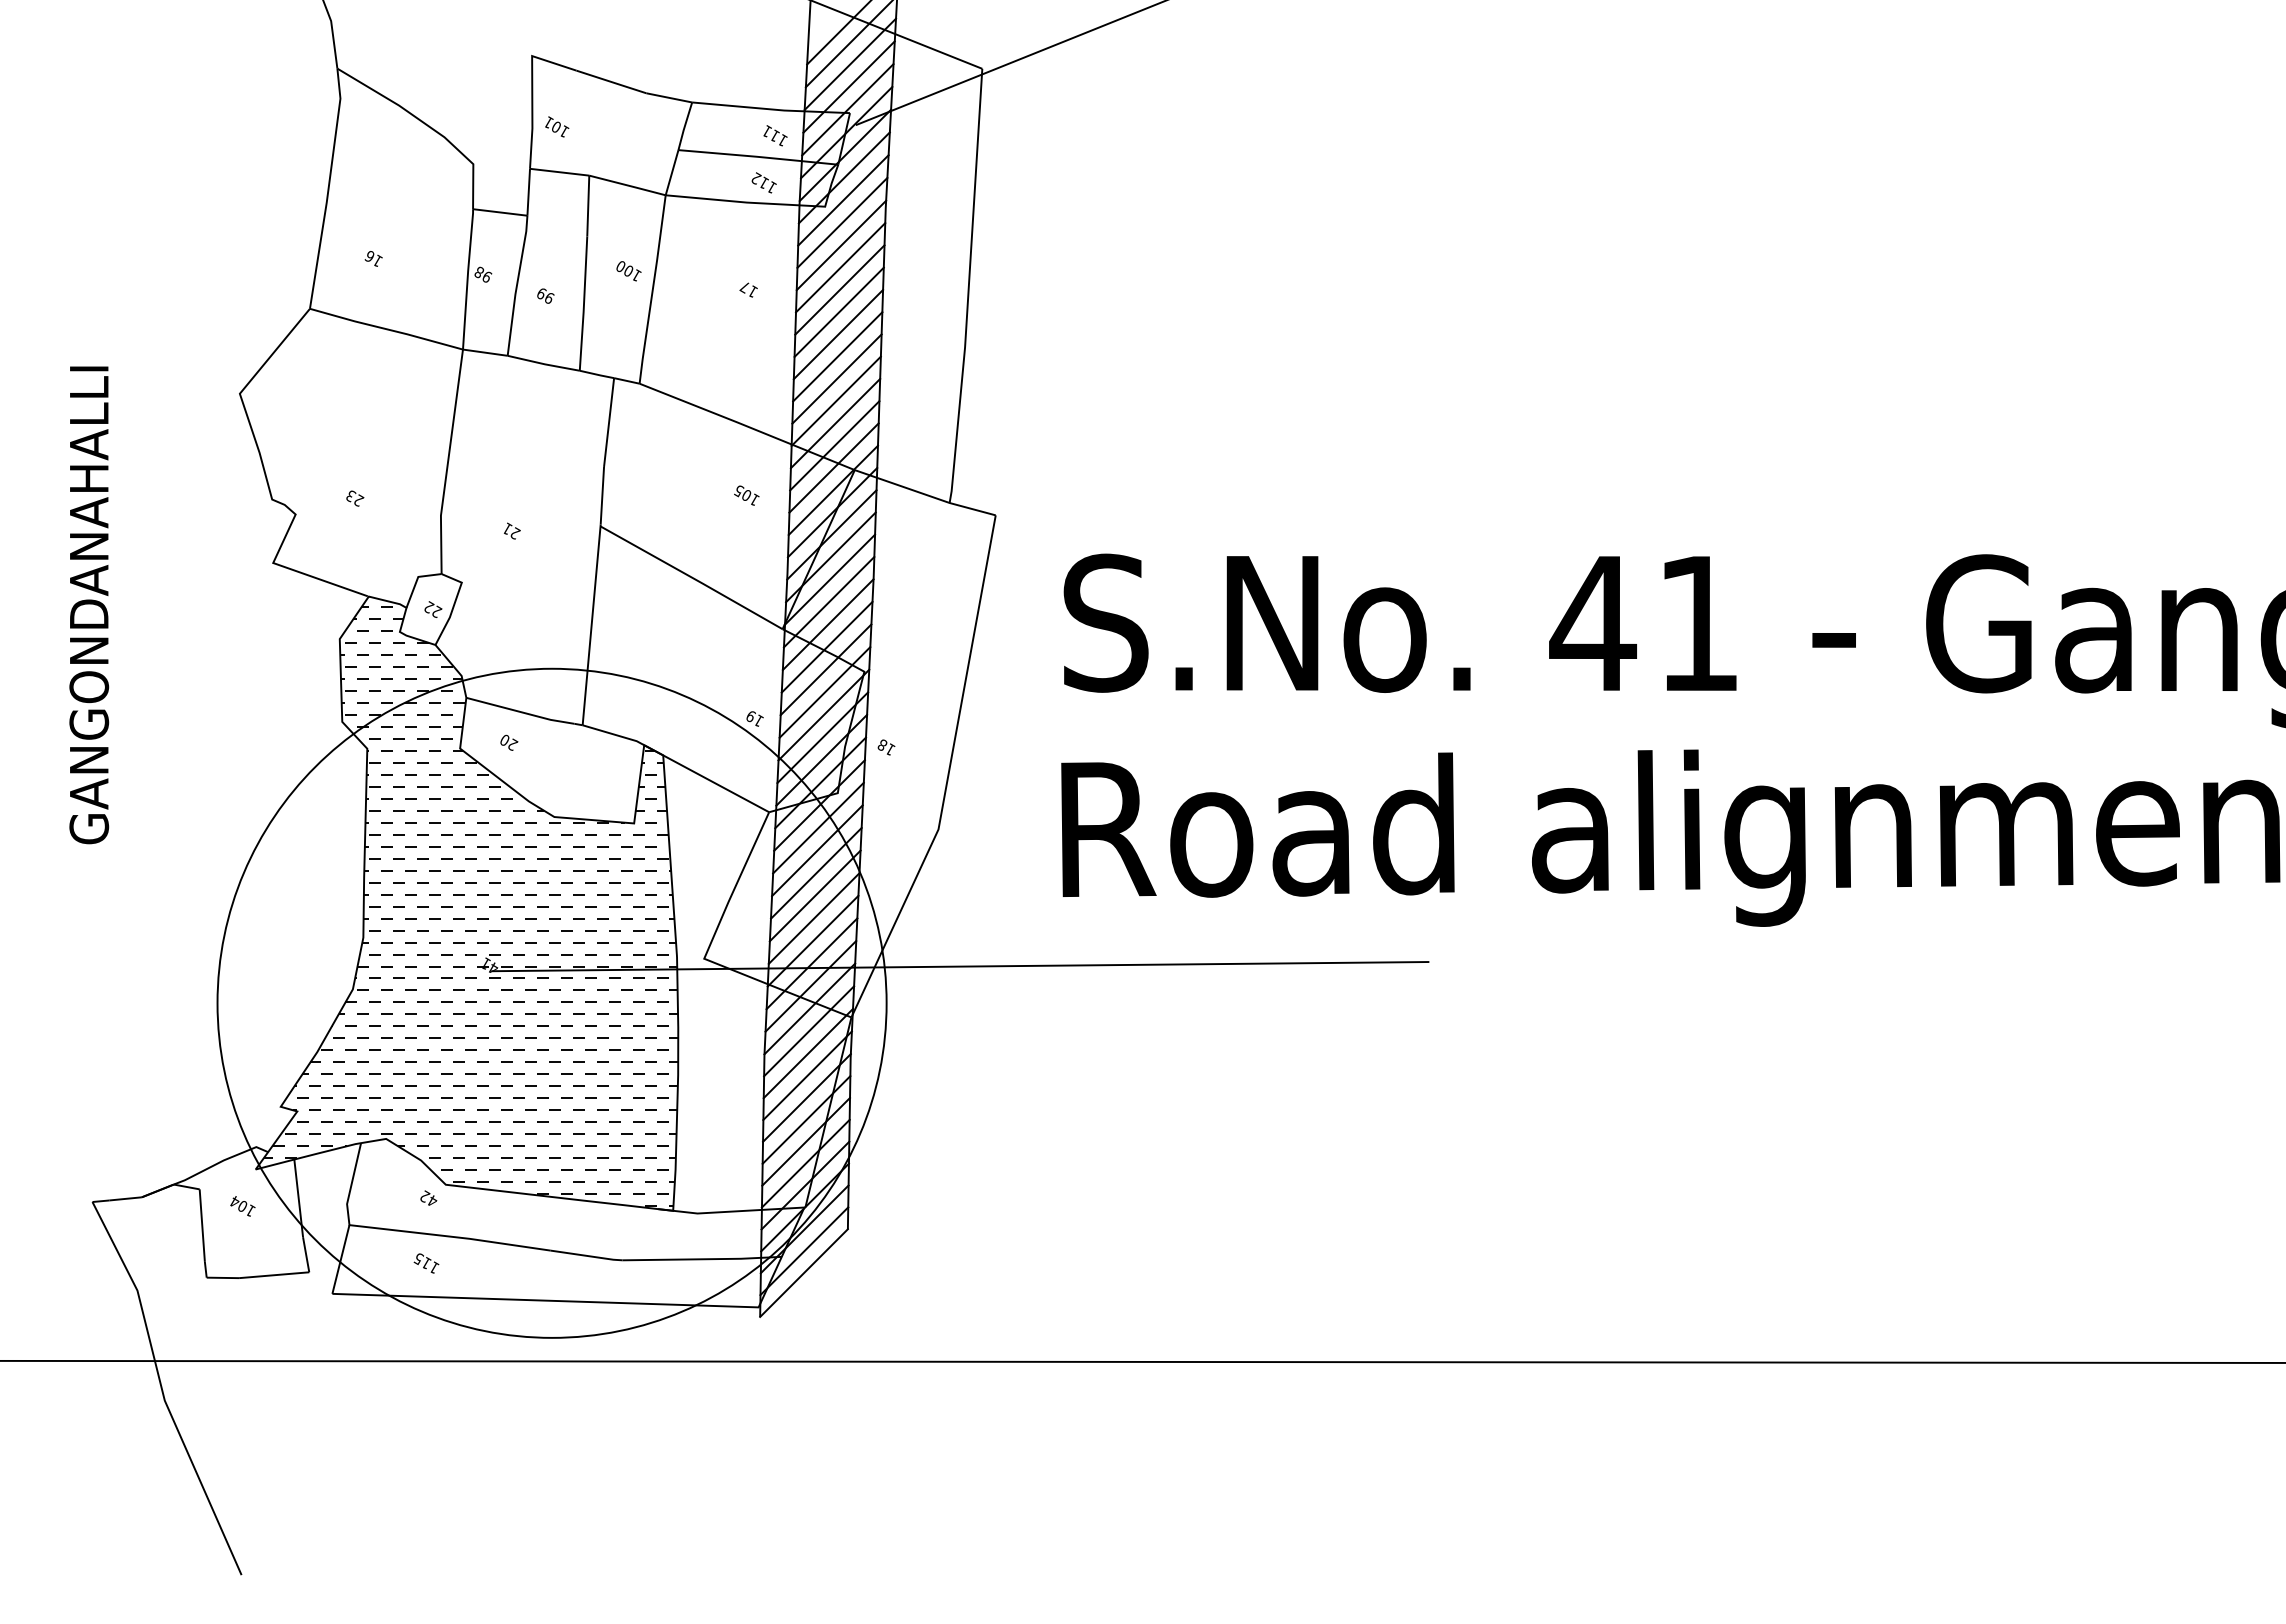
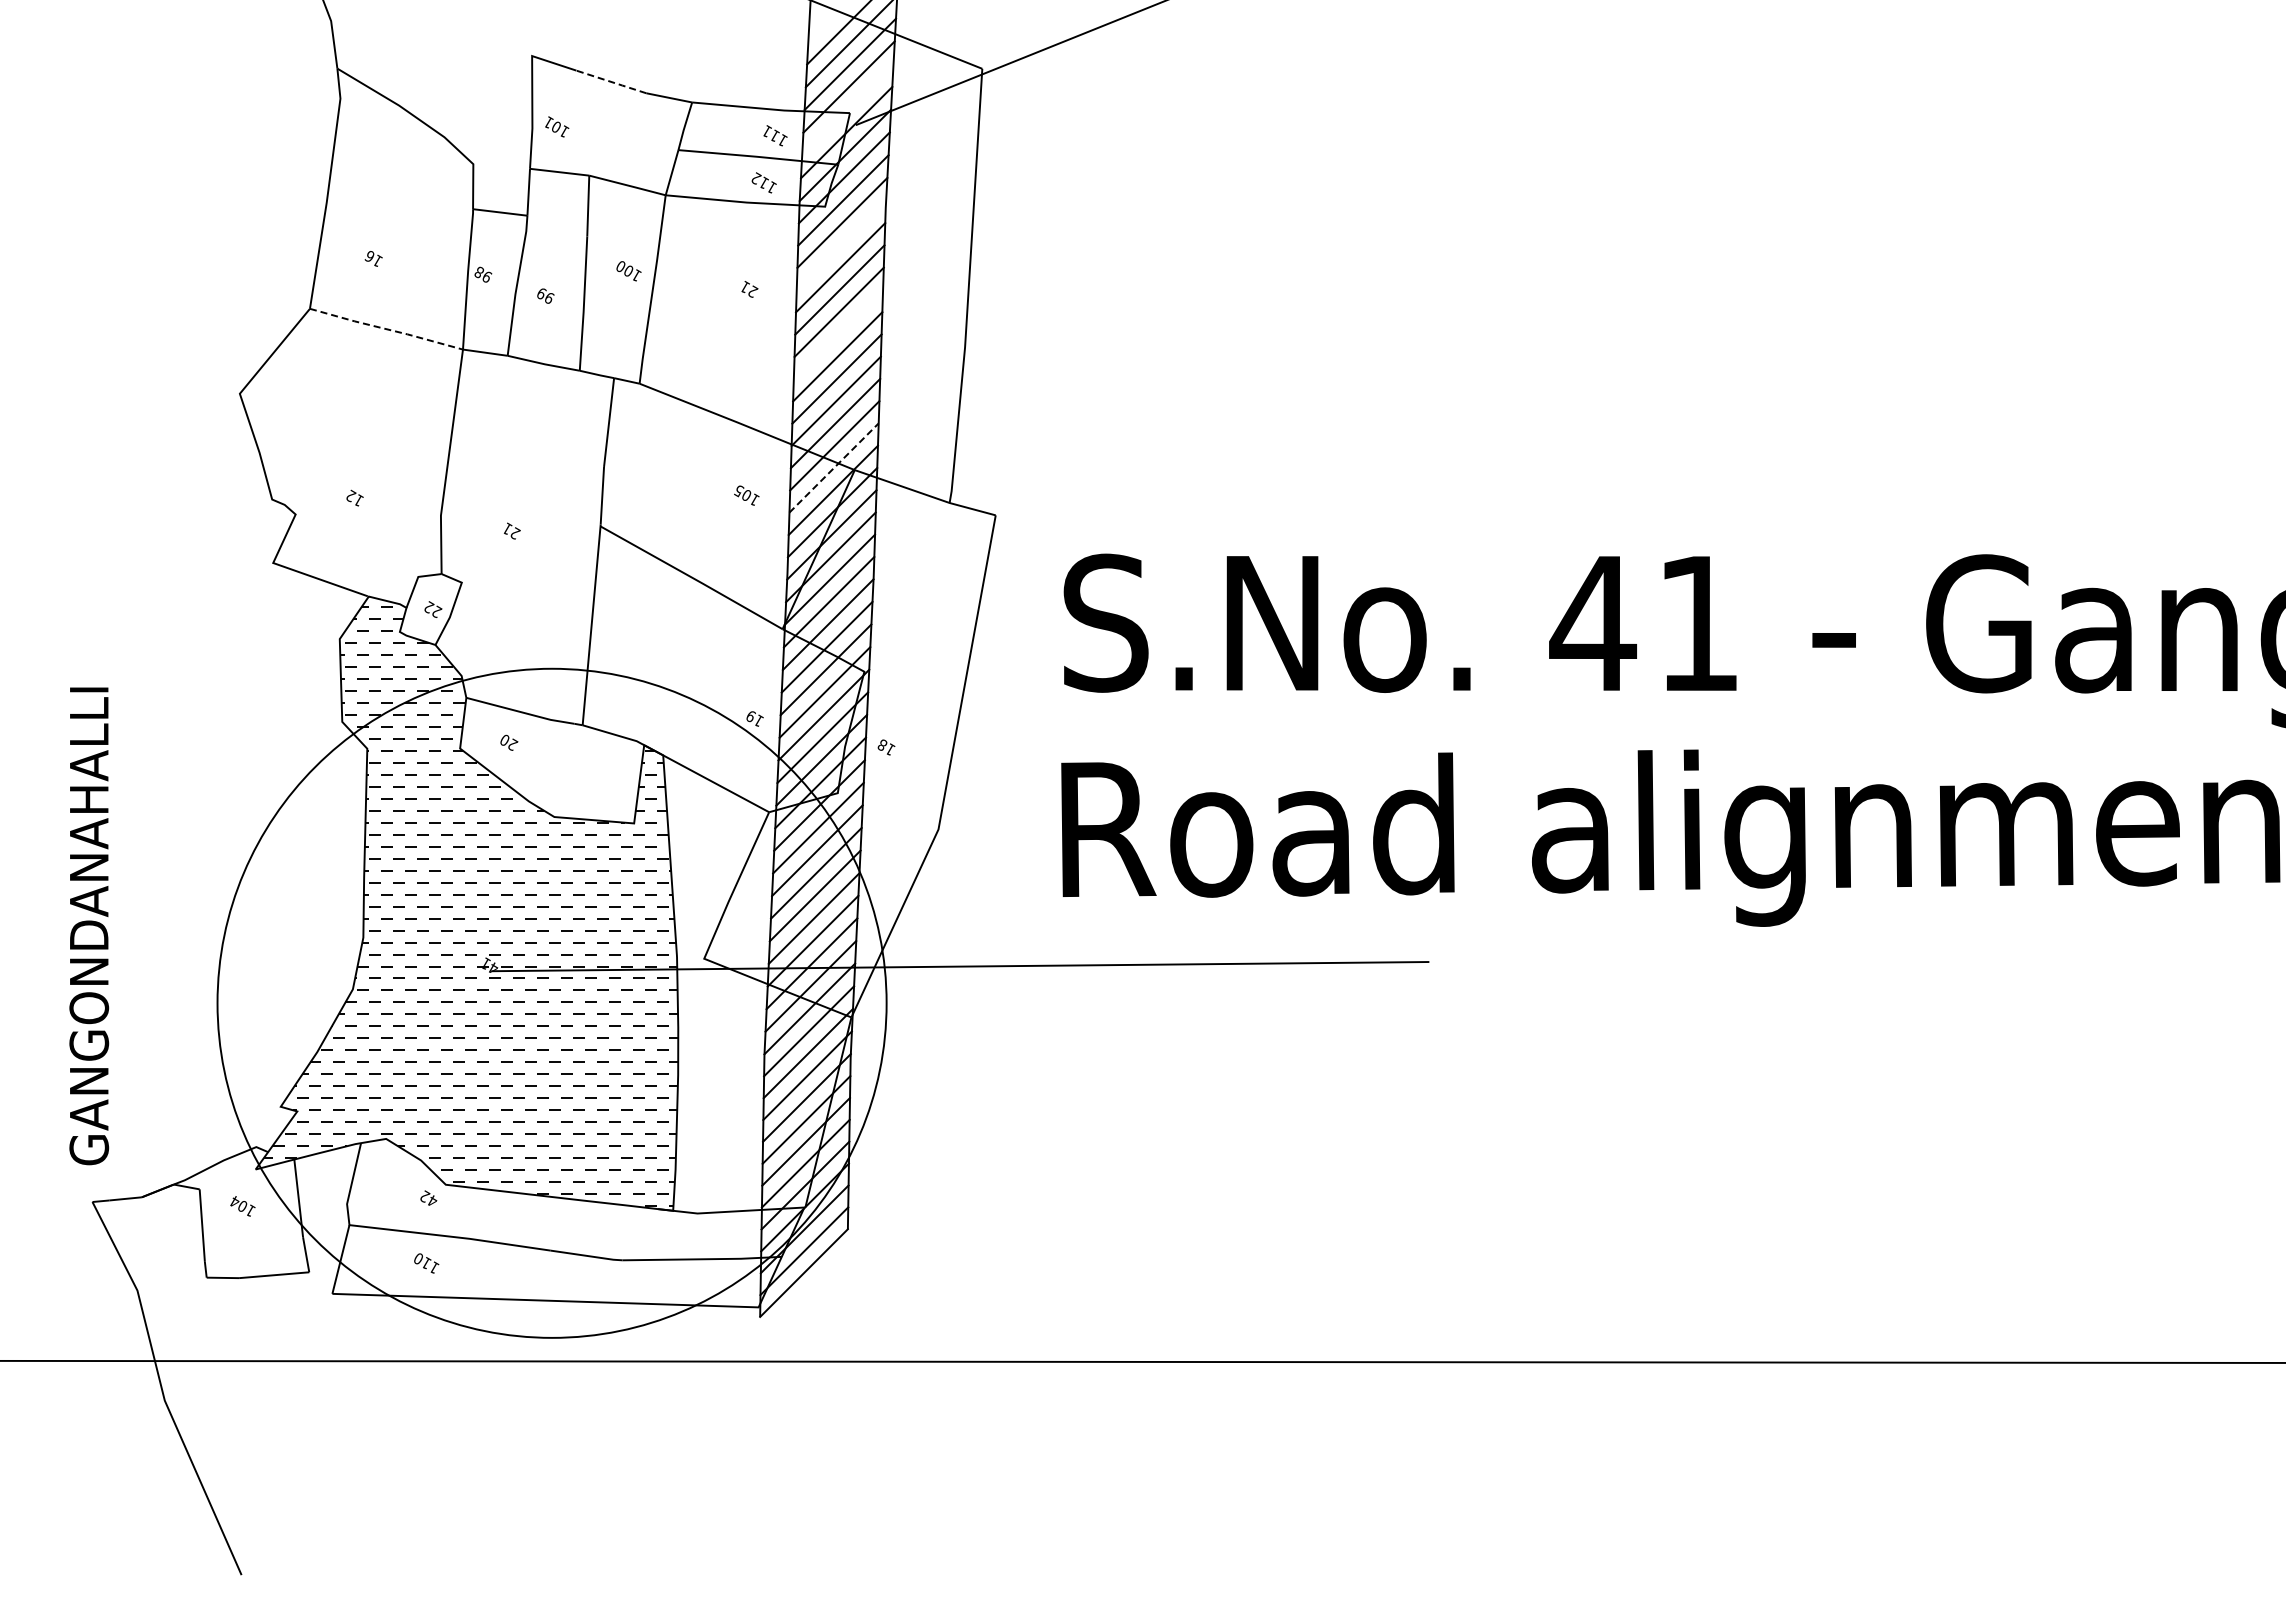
line at (611, 82): solid -> dashed
line at (847, 109): present -> none
line at (841, 245): present -> none
text at (748, 289): 17 -> 21
line at (386, 329): solid -> dashed
line at (838, 334): present -> none
line at (834, 467): solid -> dashed
text at (355, 497): 23 -> 12
text at (89, 605) position: (89, 605) -> (89, 926)
text at (418, 1259): 115 -> 110
